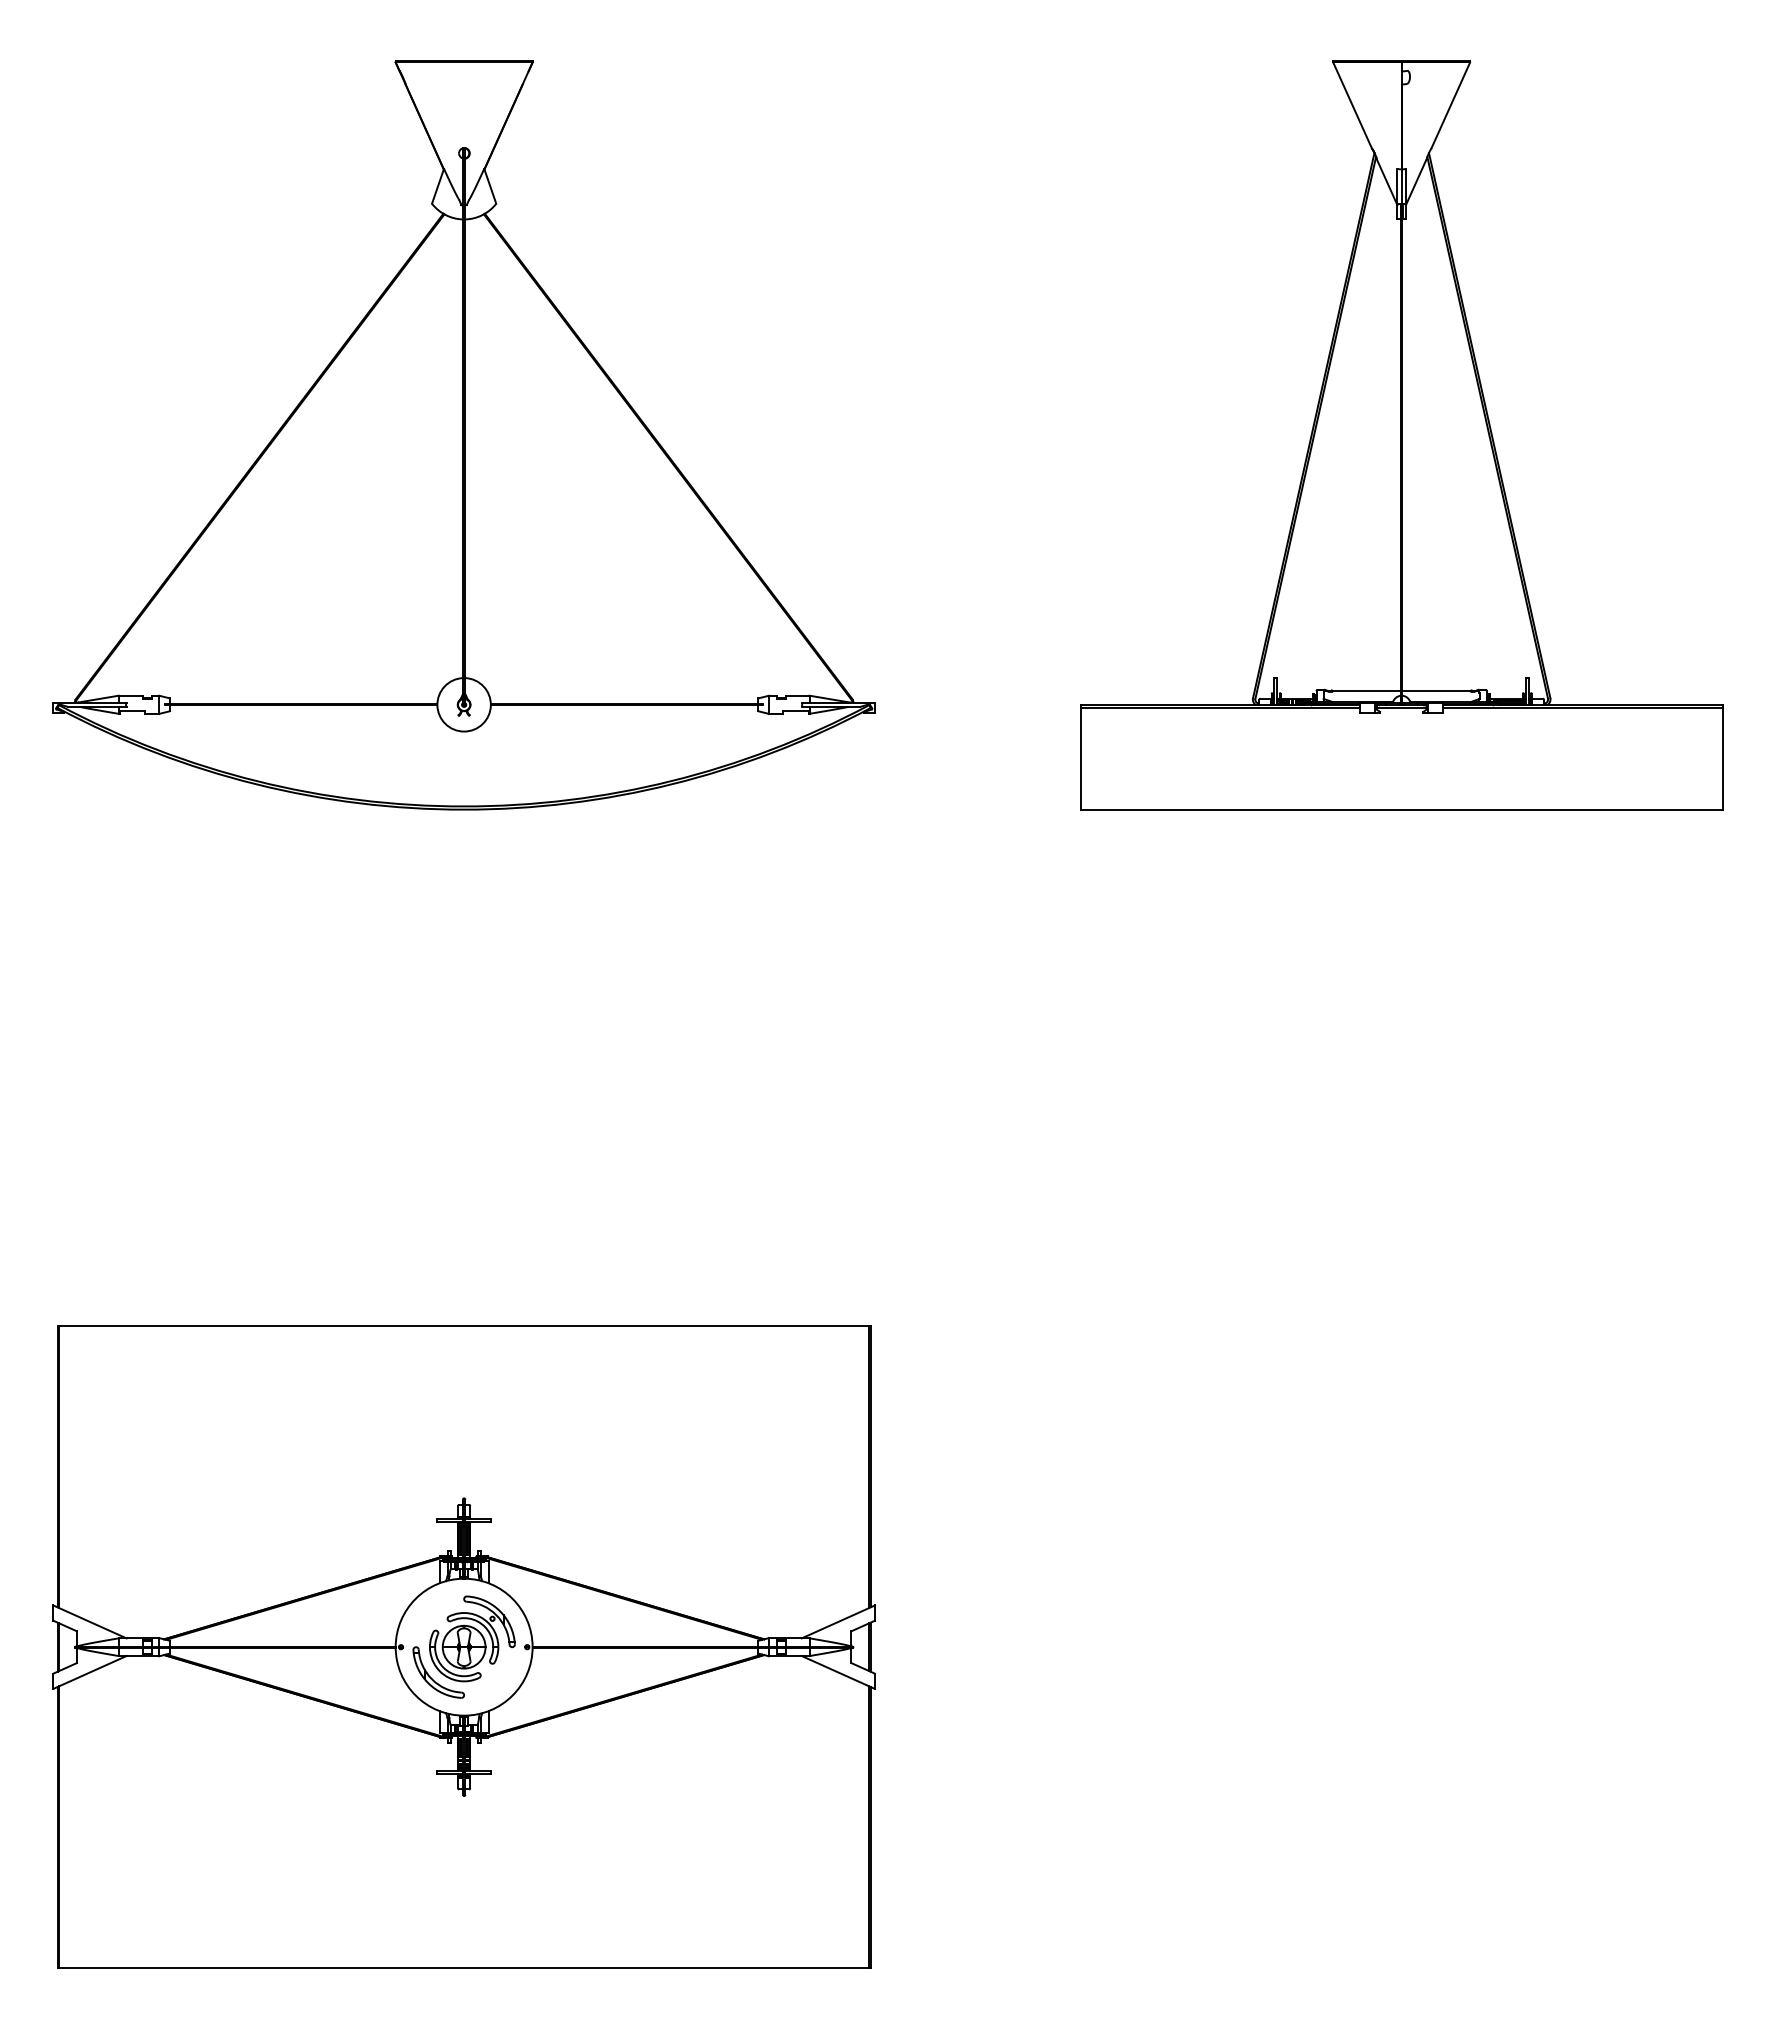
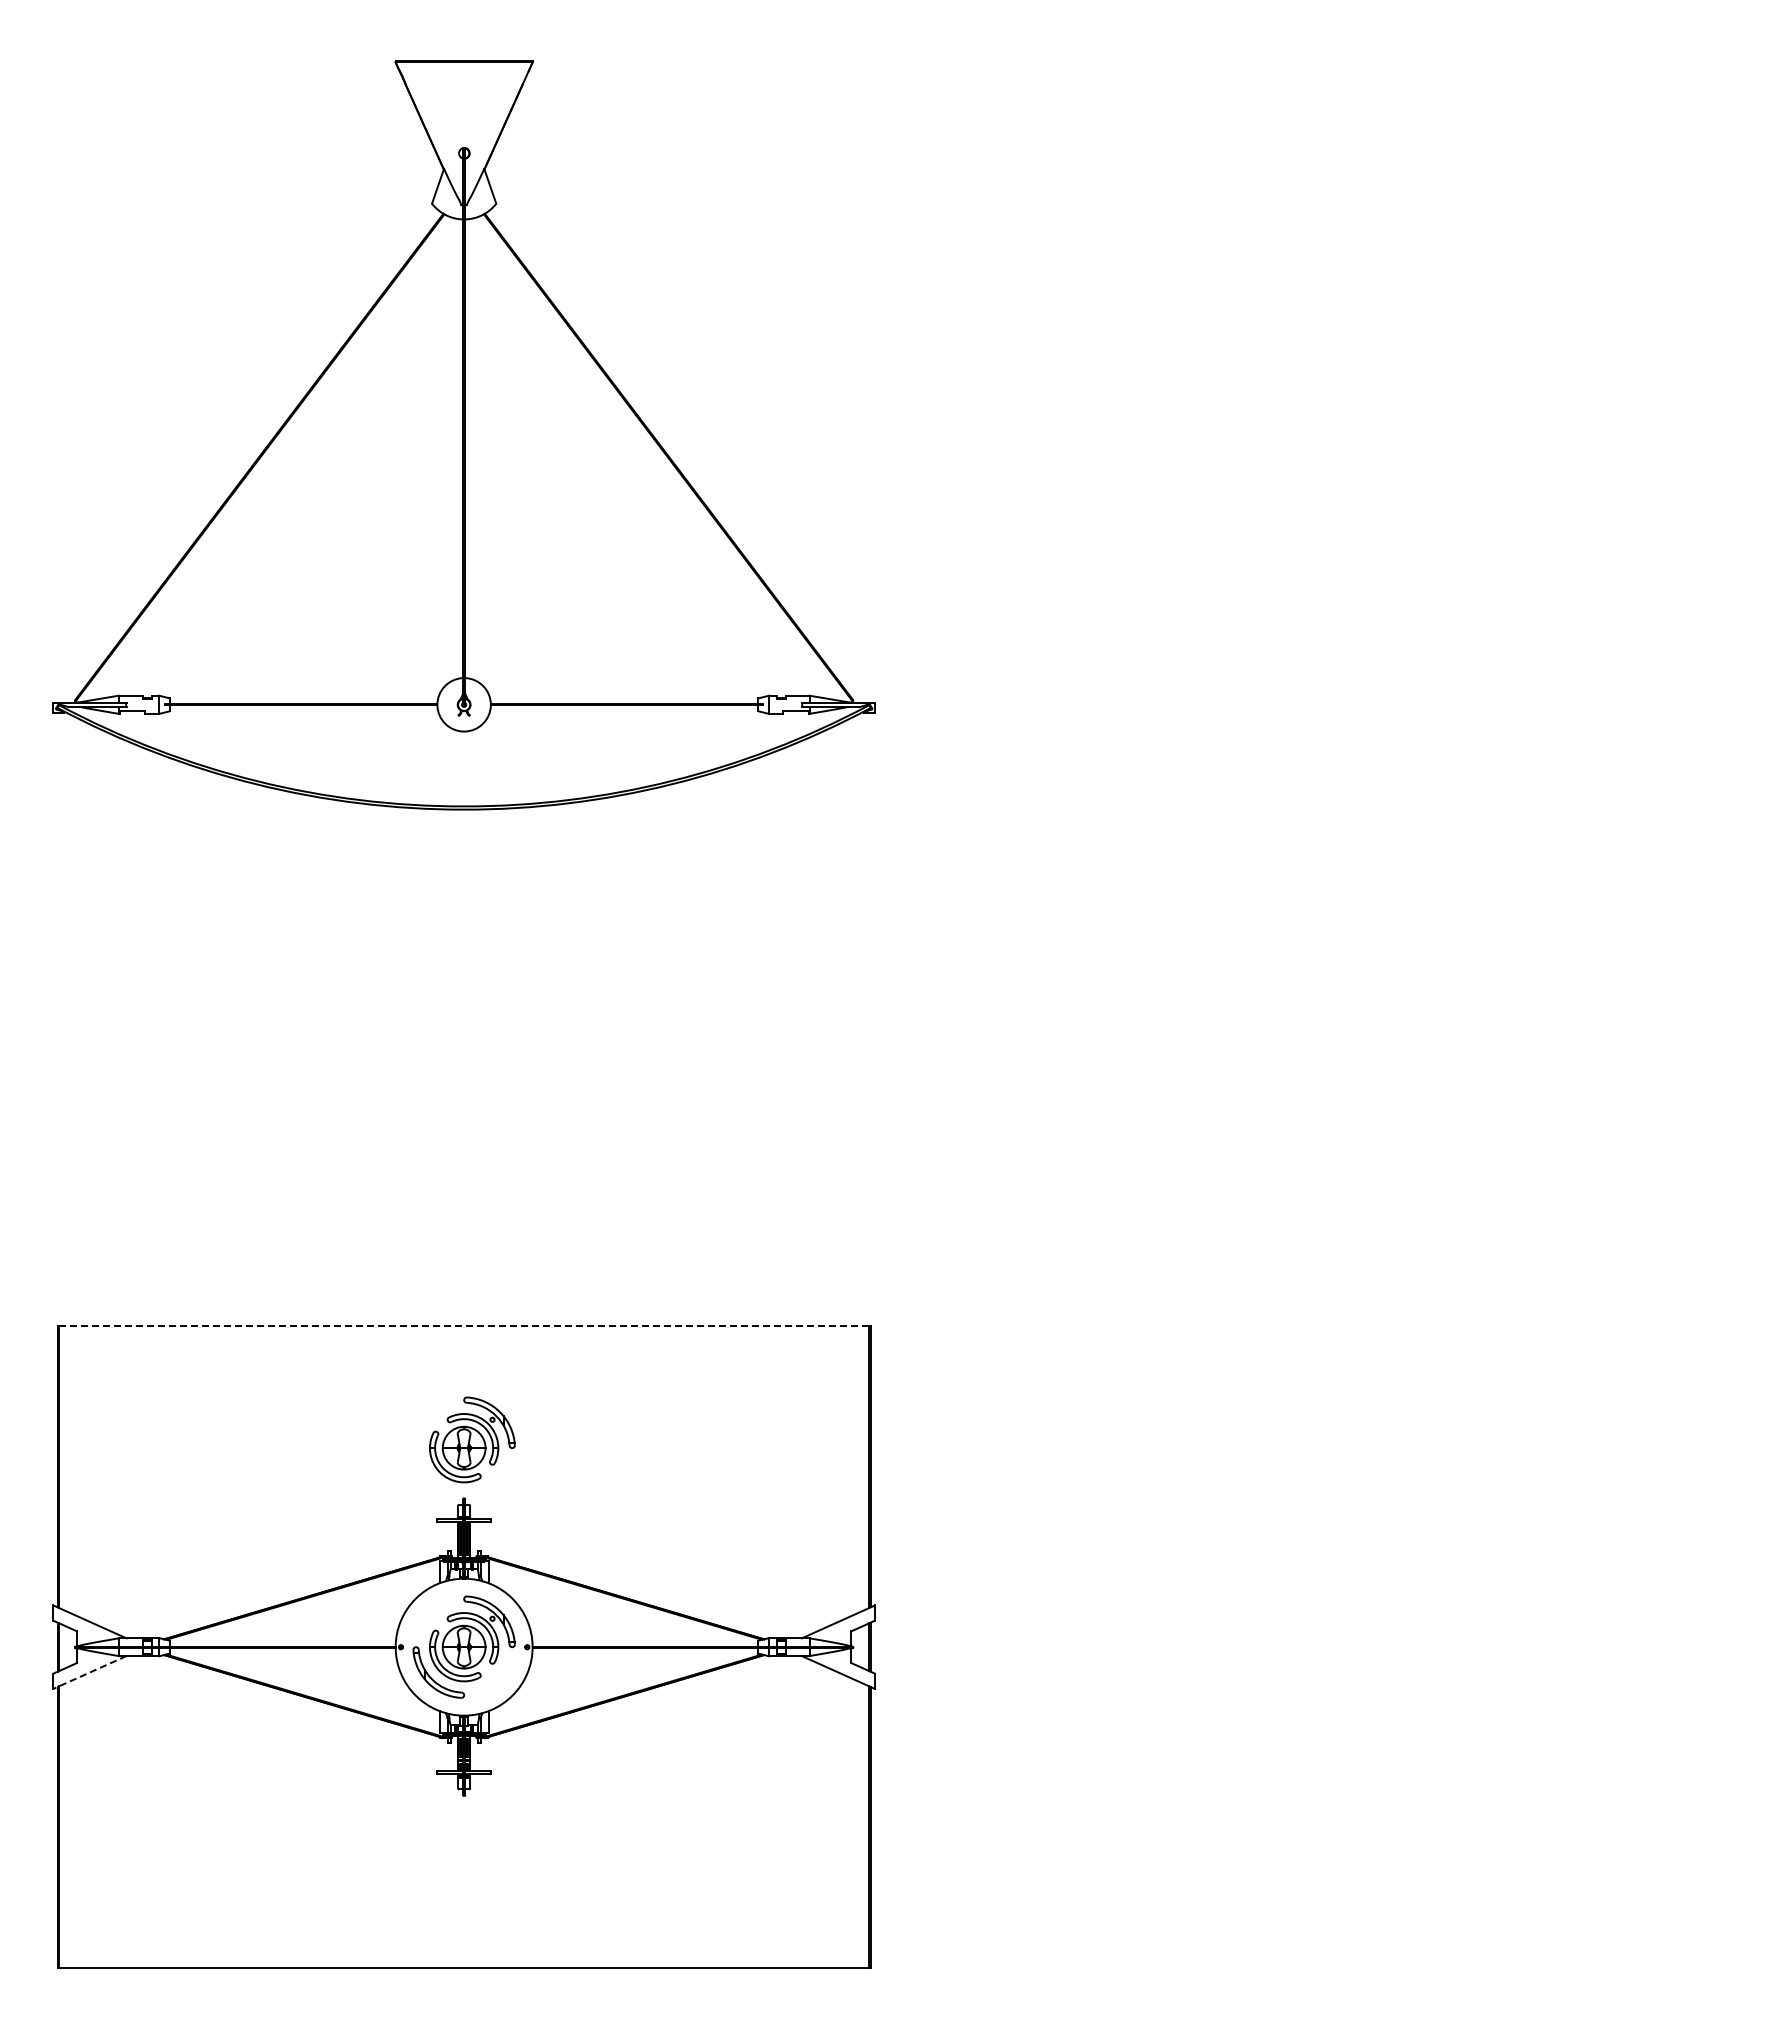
part at (1401, 435): present -> none
line at (464, 1326): solid -> dashed
part at (472, 1439): none -> present
line at (89, 1672): solid -> dashed
